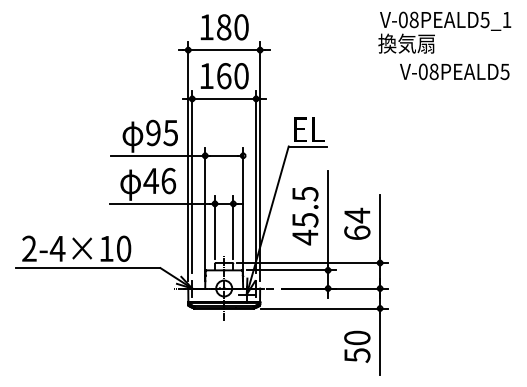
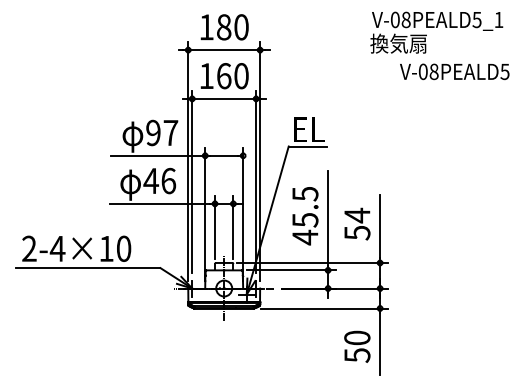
text at (444, 32) position: (444, 32) -> (436, 32)
text at (170, 133): 95 -> 97
text at (357, 232): 64 -> 54
